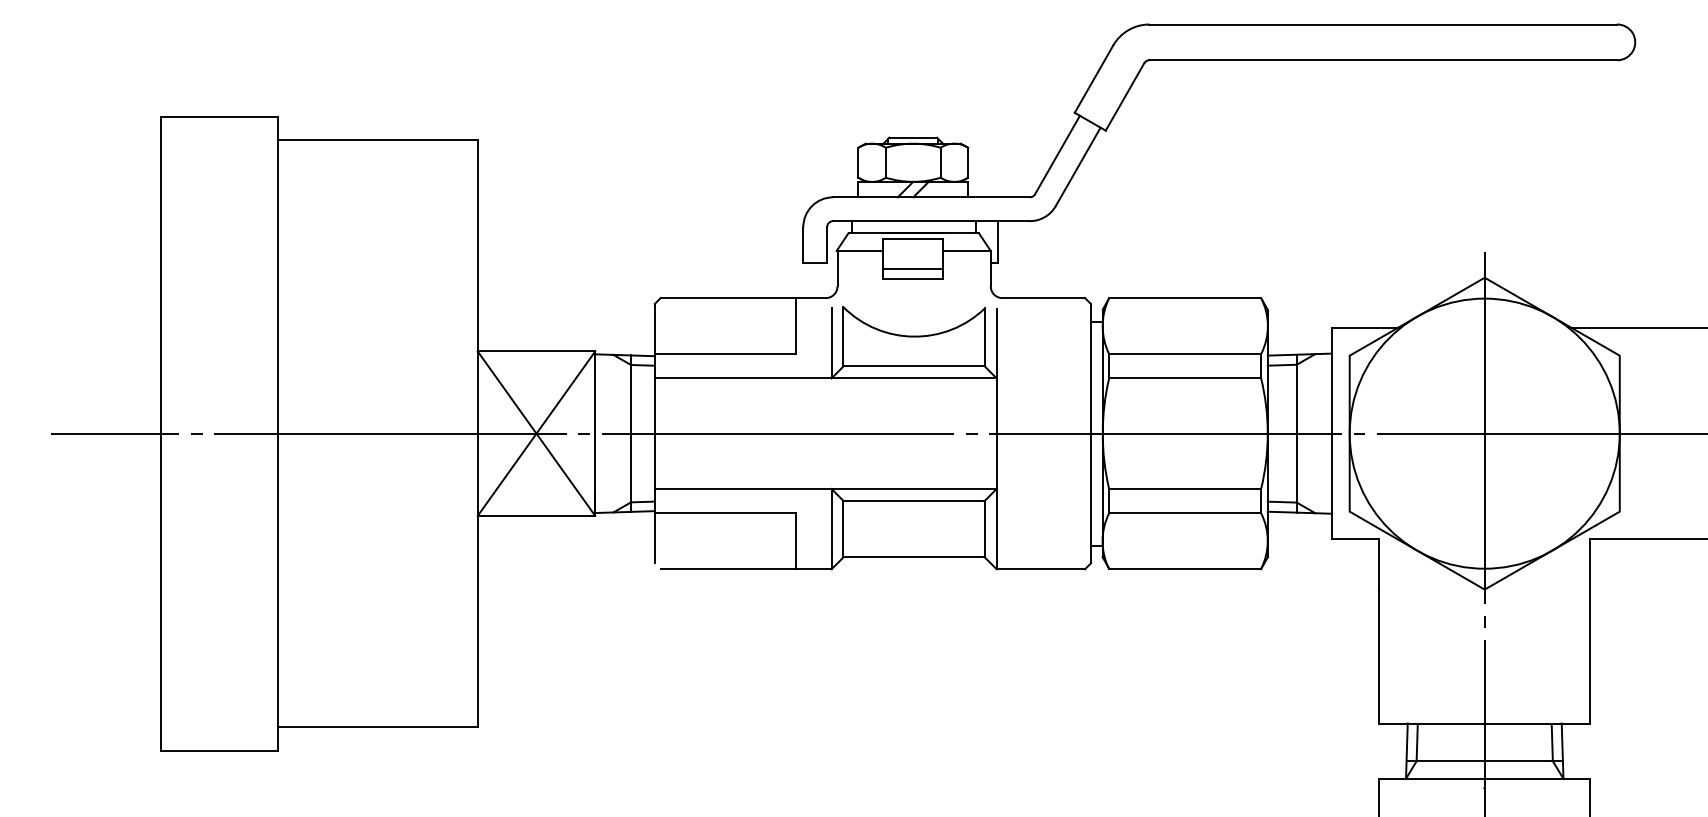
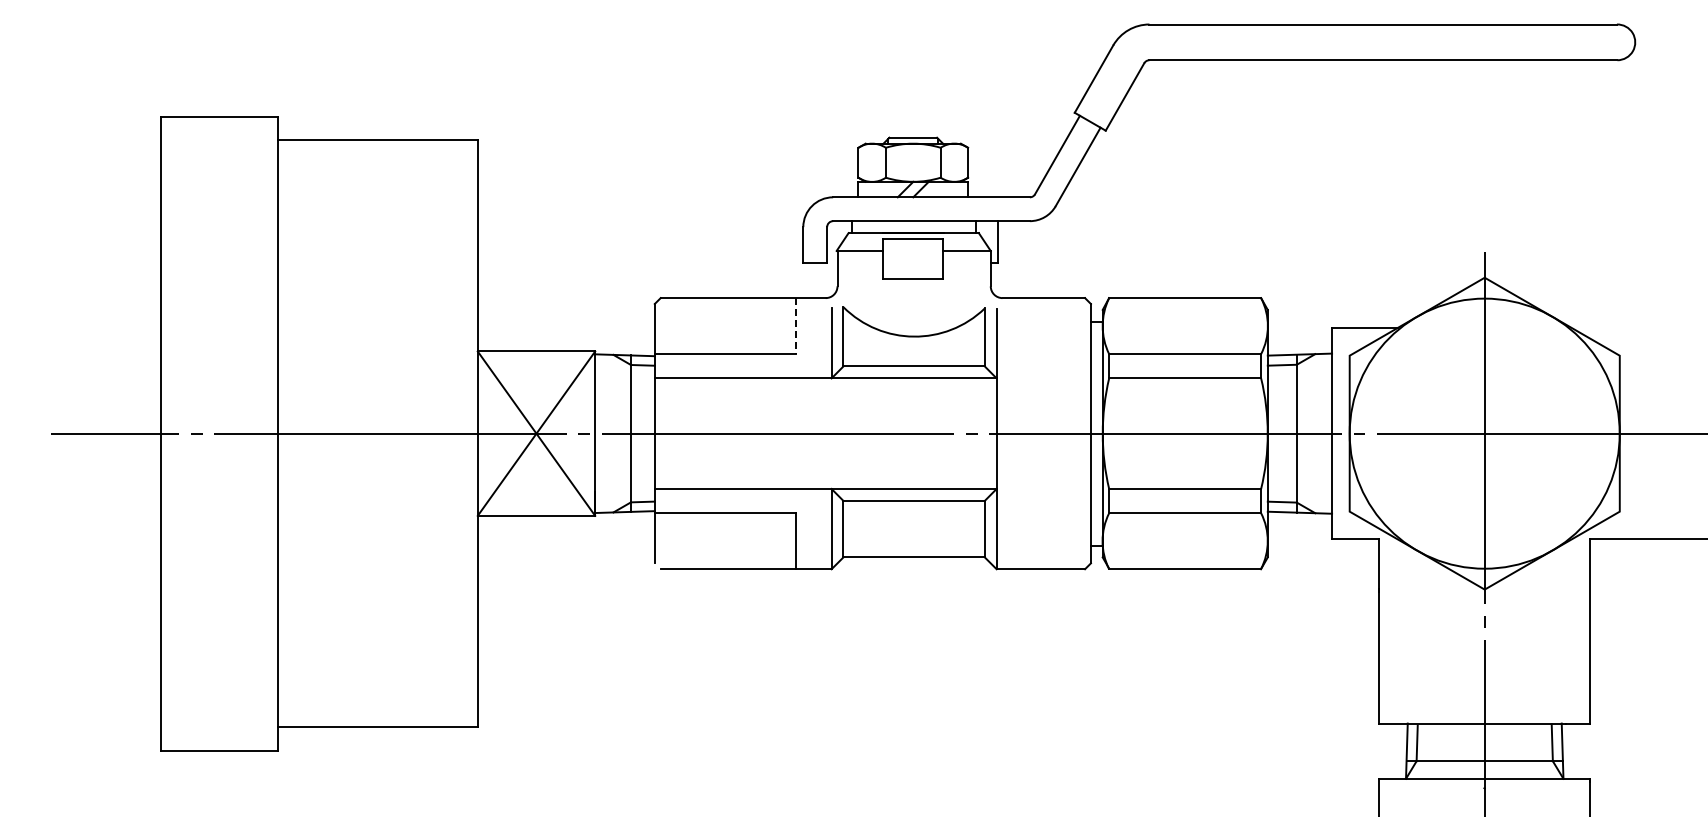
line at (913, 268): present -> none
line at (796, 326): solid -> dashed
line at (1637, 327): present -> none
